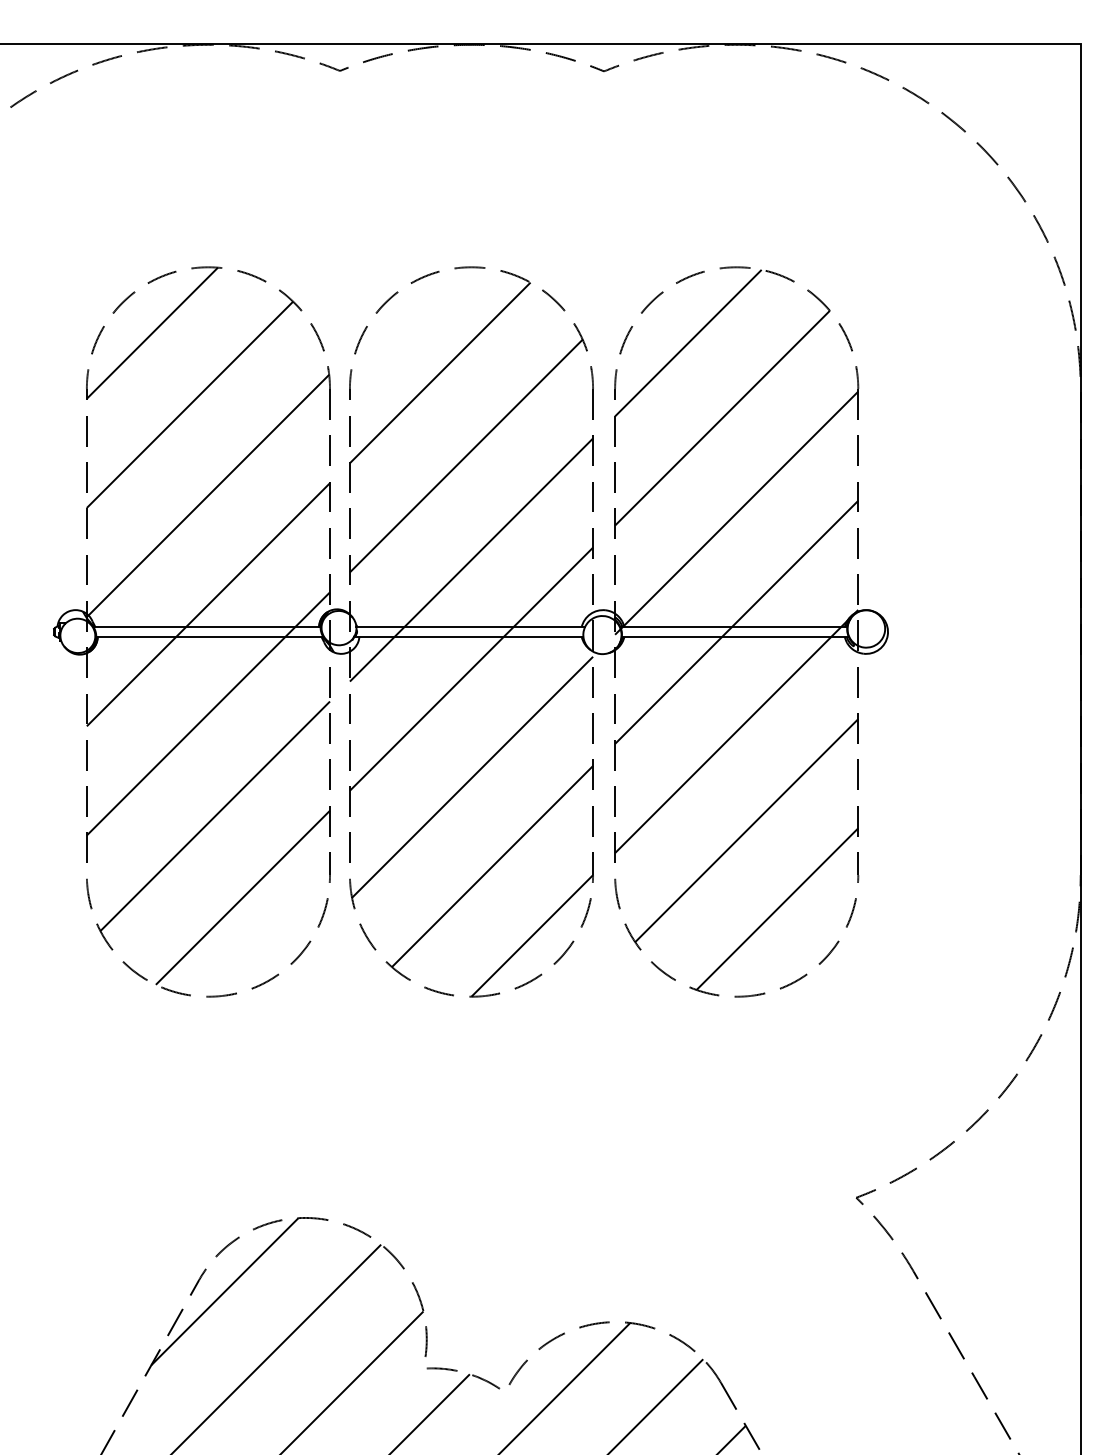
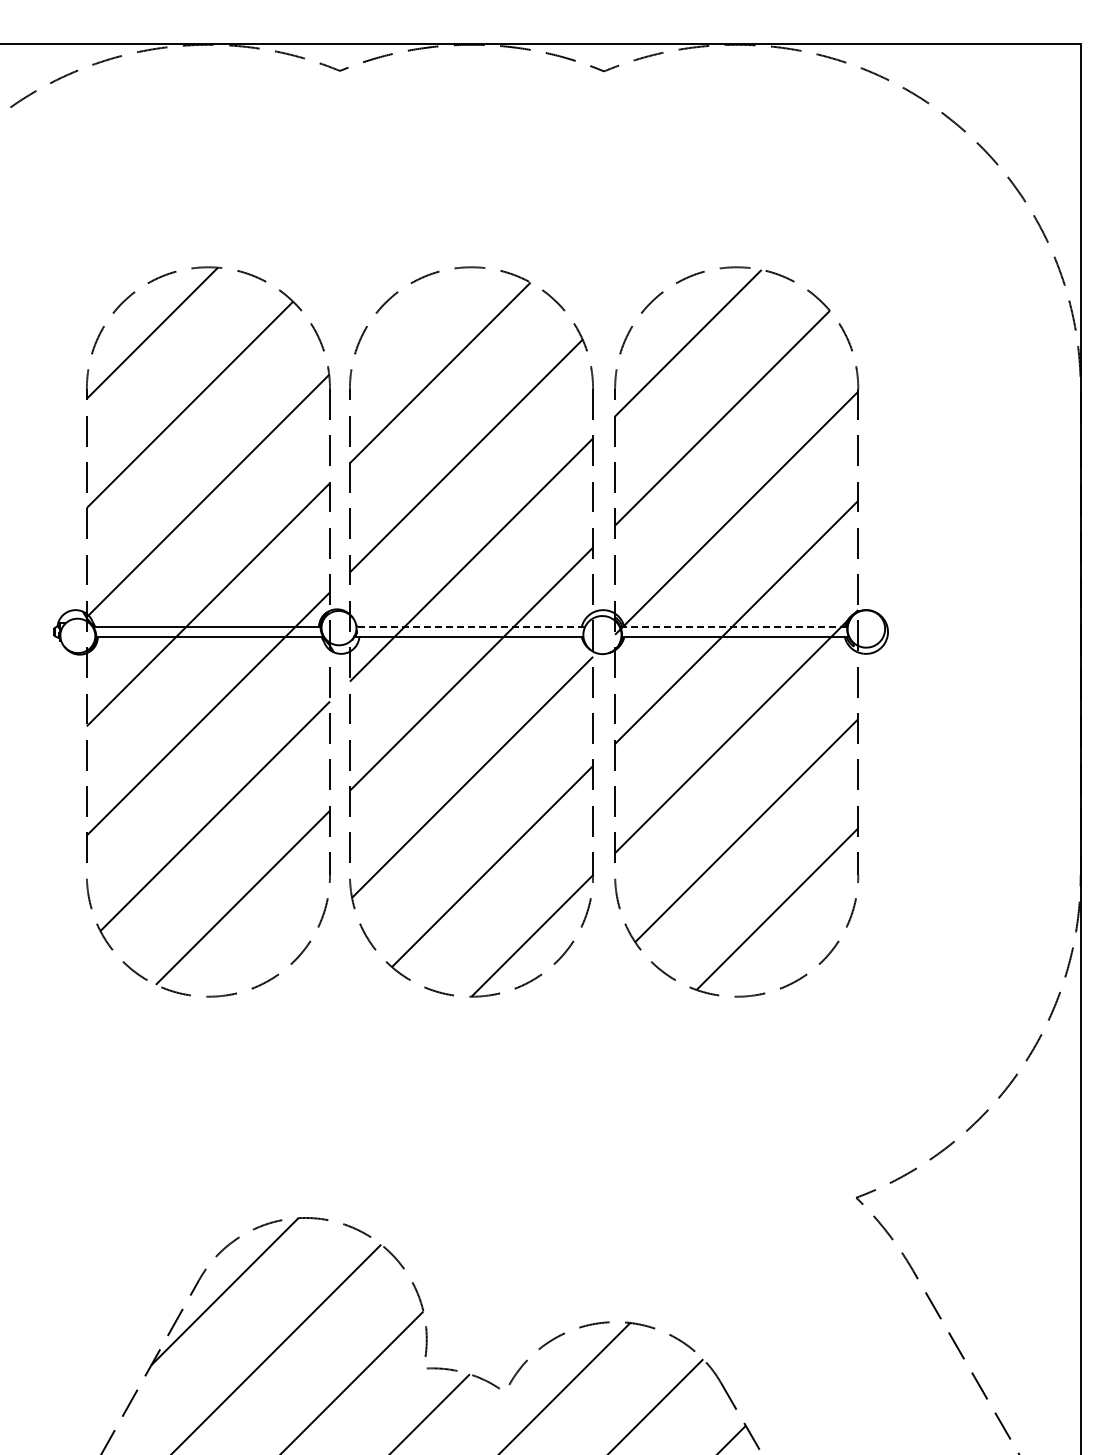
line at (470, 627): solid -> dashed
line at (733, 627): solid -> dashed
